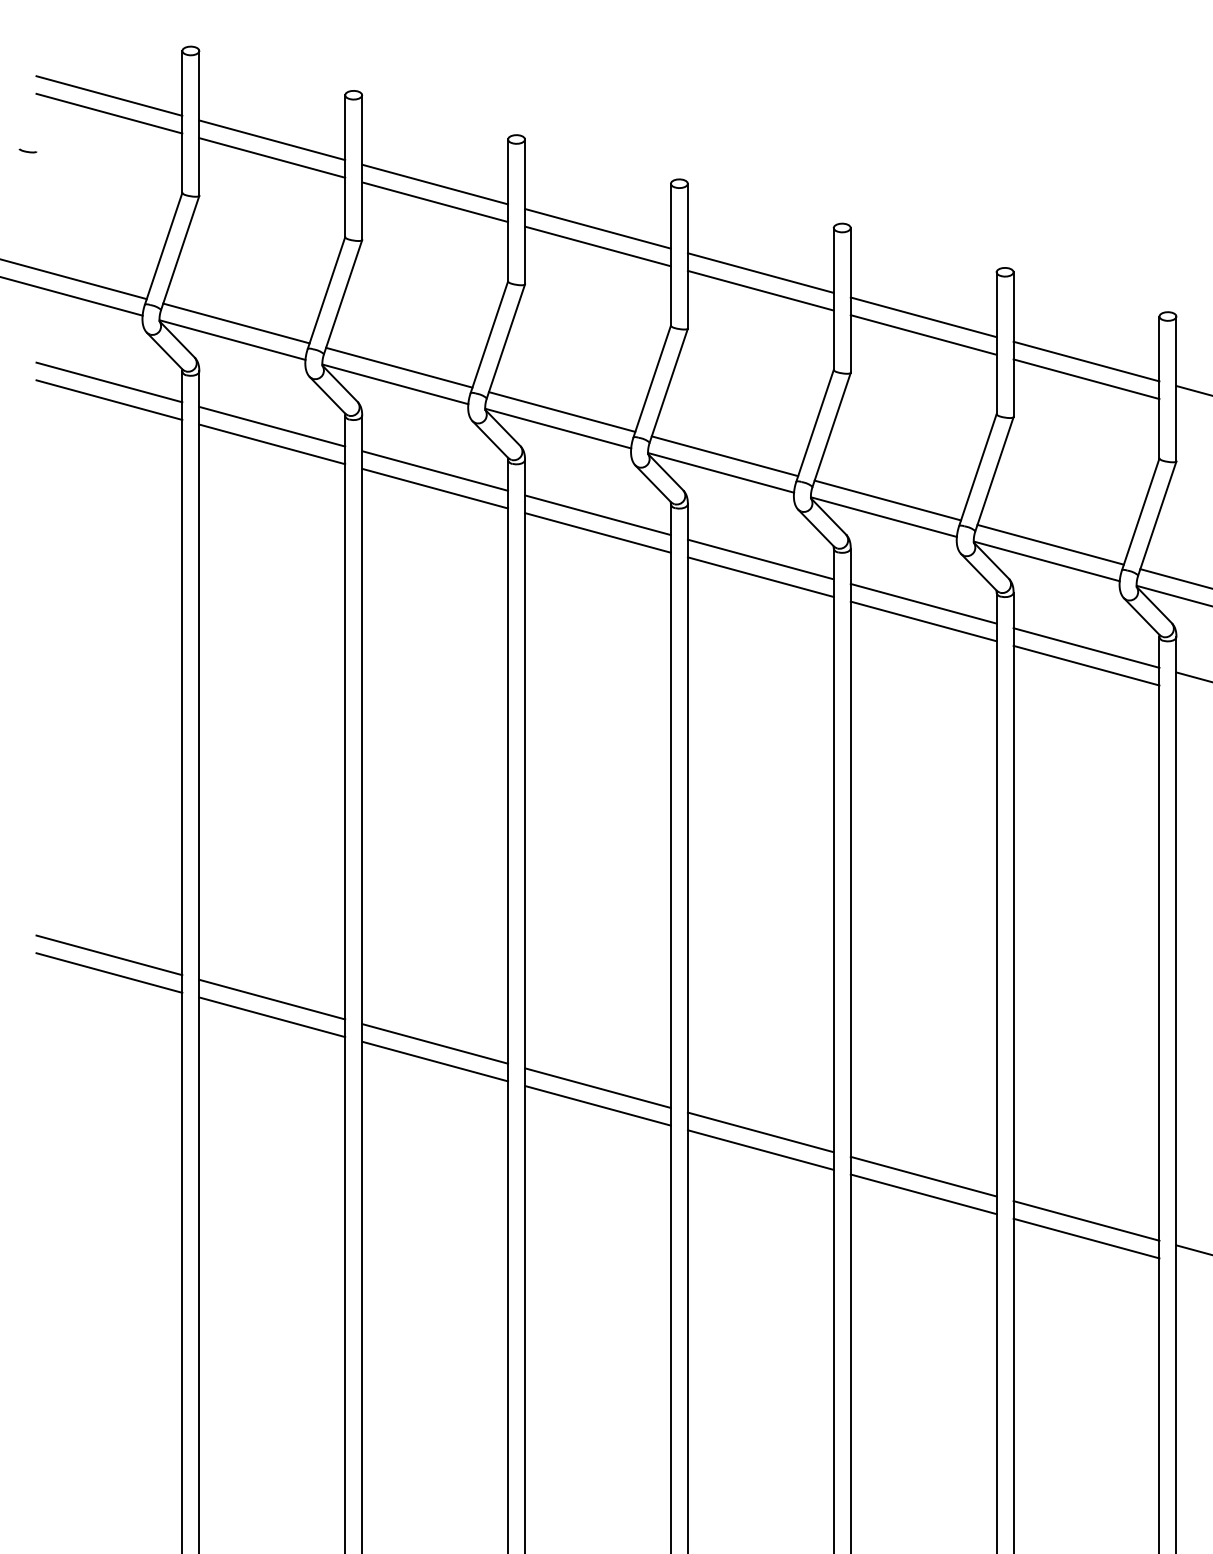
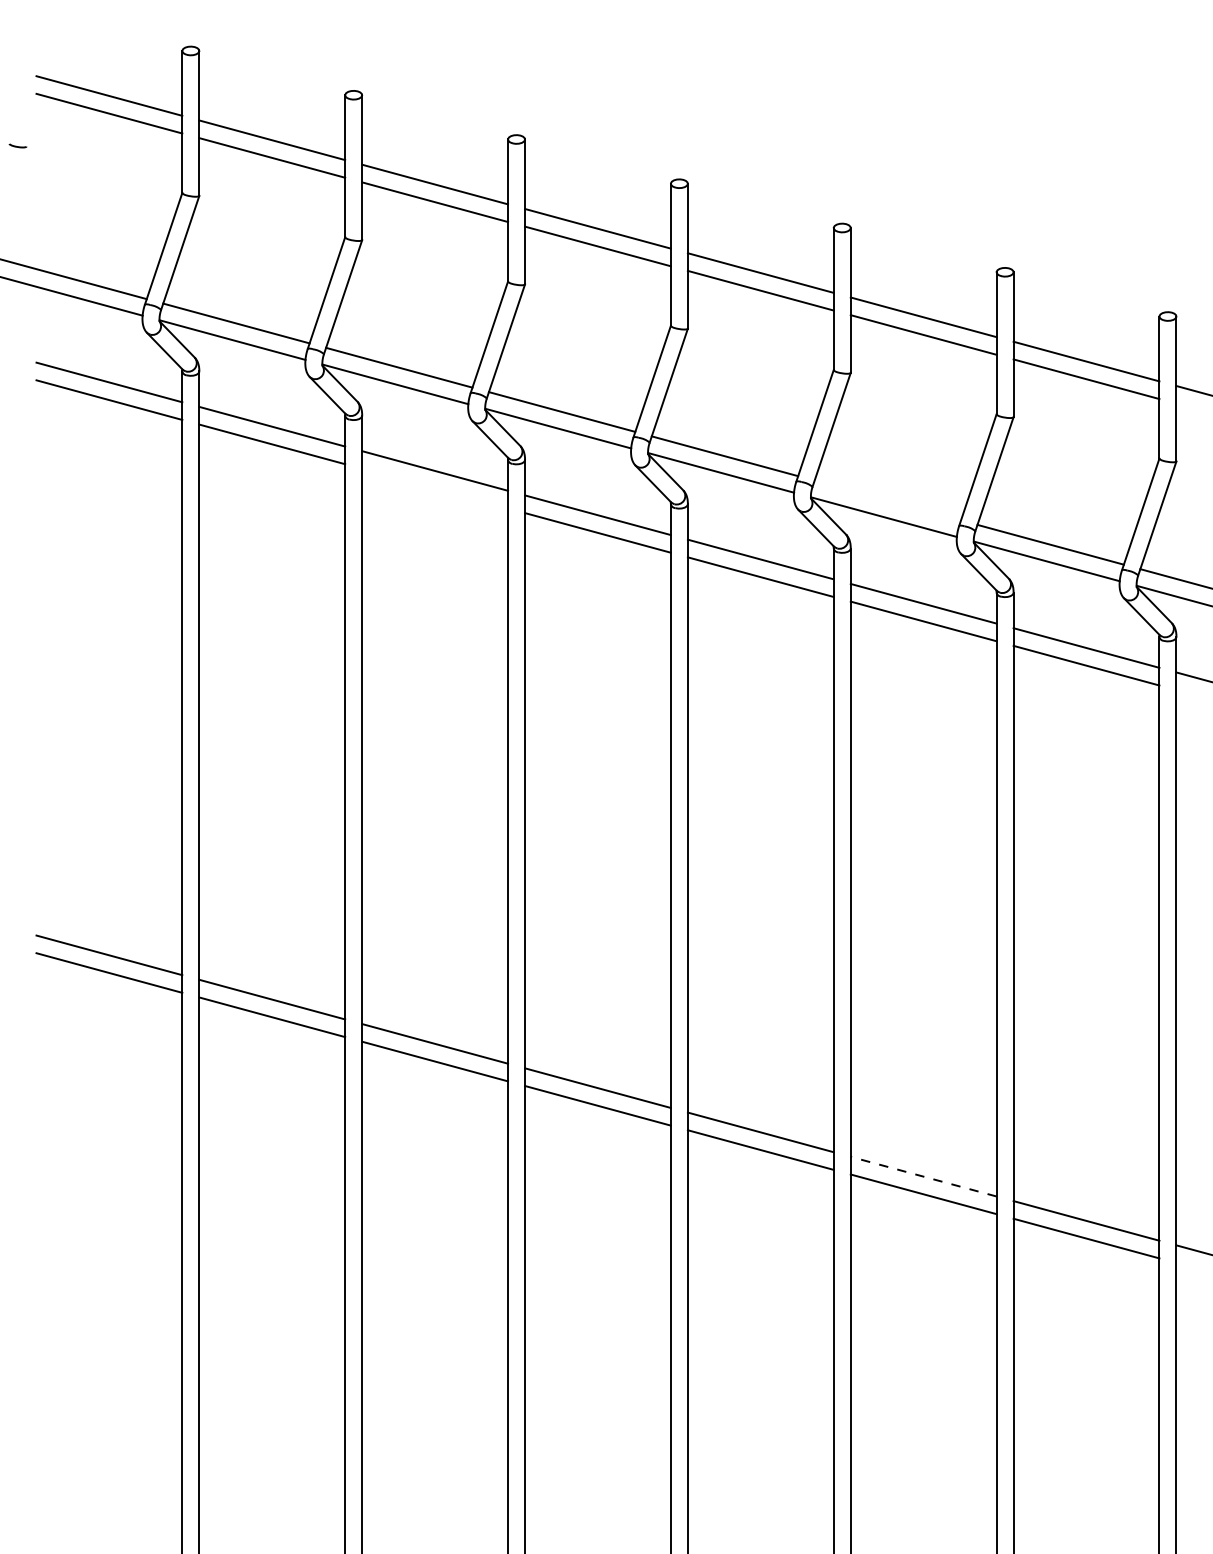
curve at (26, 150) position: (26, 150) -> (16, 145)
line at (435, 488): present -> none
line at (887, 500): present -> none
line at (923, 1176): solid -> dashed
